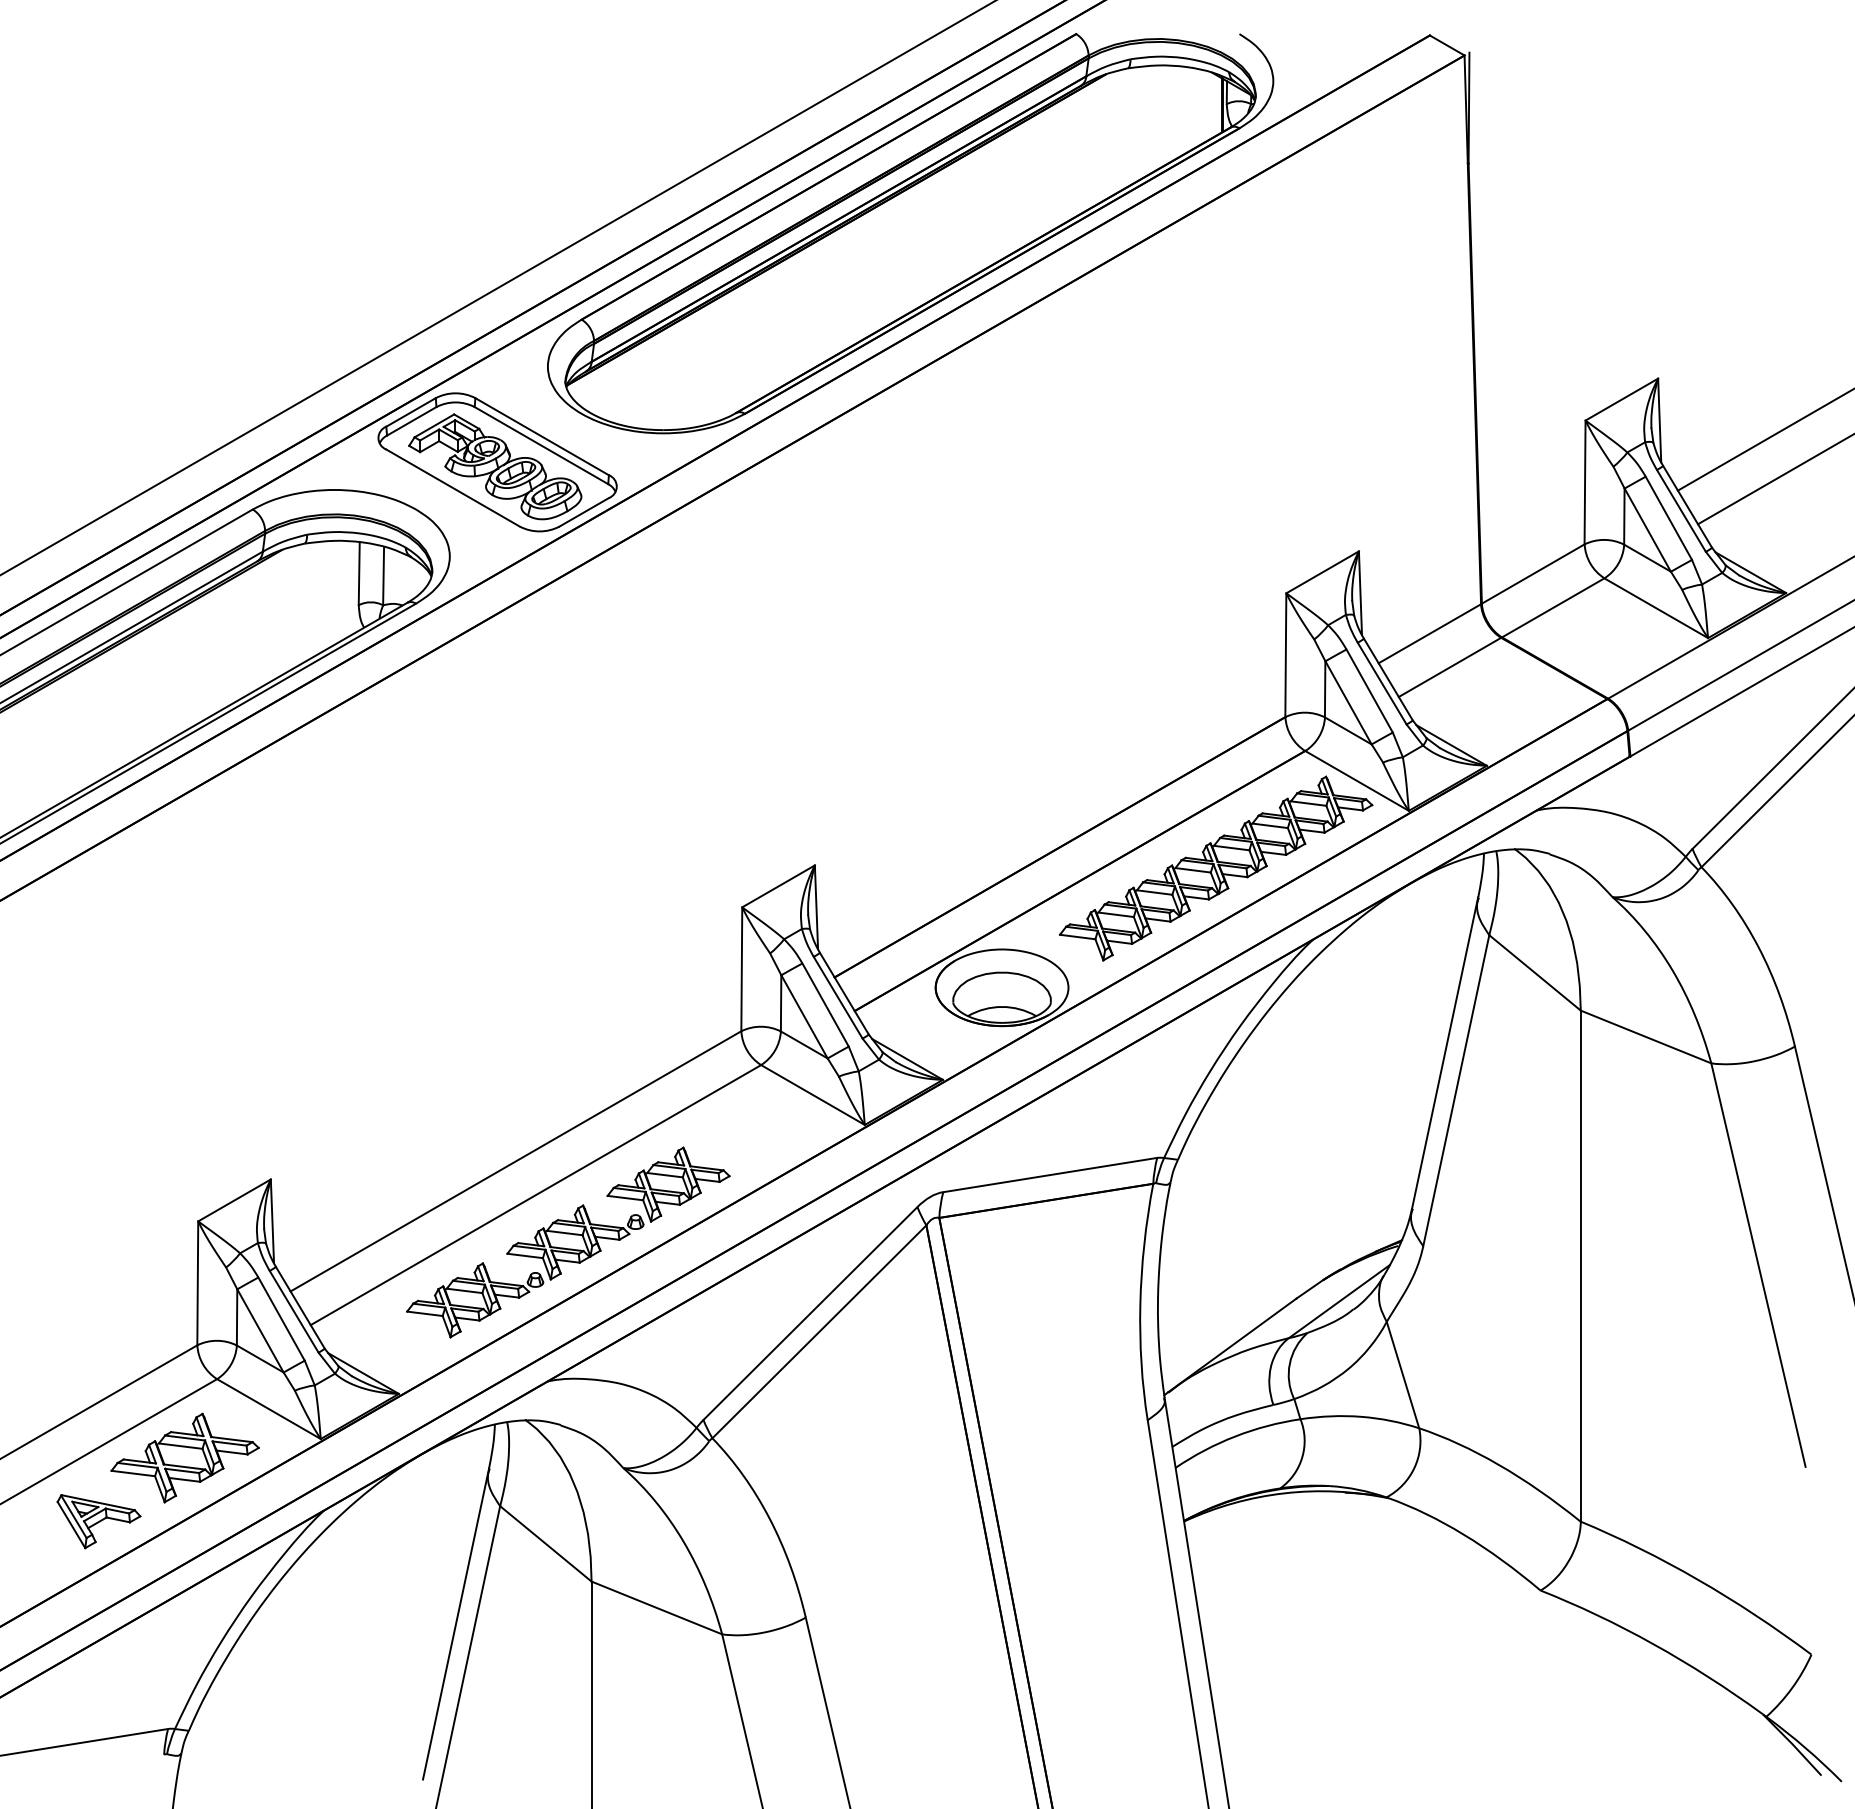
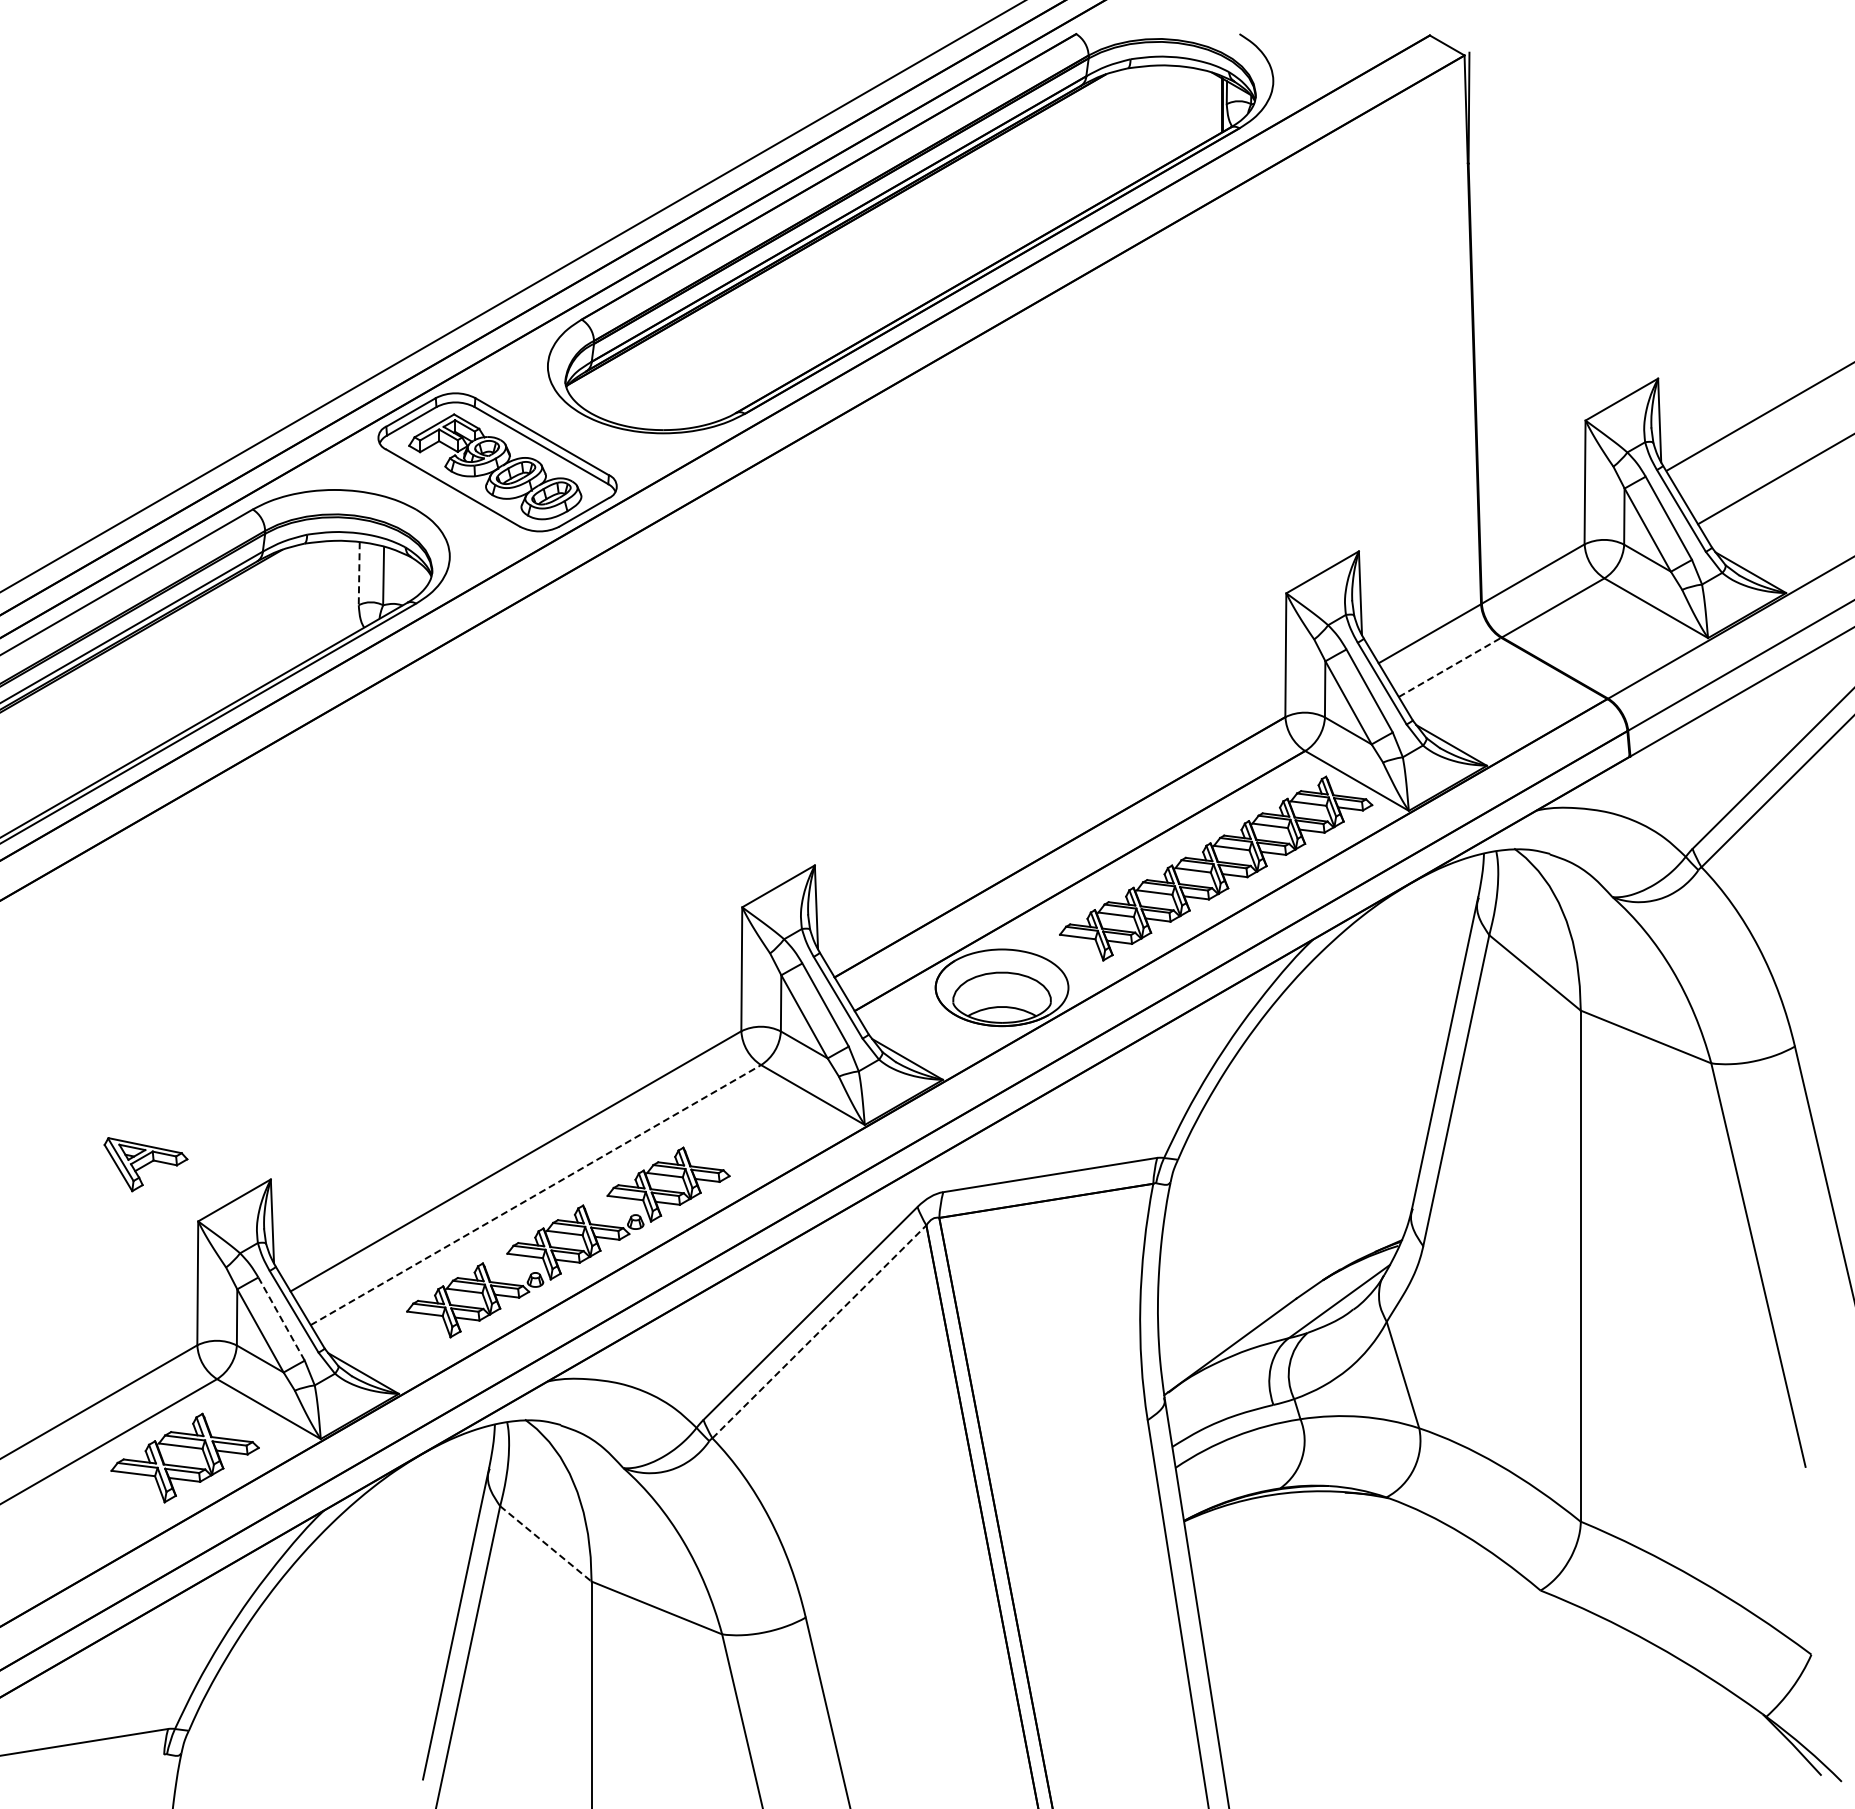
line at (497, 288) position: (497, 288) -> (512, 296)
line at (1764, 440) position: (1764, 440) -> (1758, 417)
line at (359, 574): solid -> dashed
line at (1450, 667): solid -> dashed
line at (536, 1194): solid -> dashed
line at (281, 1319): solid -> dashed
line at (819, 1331): solid -> dashed
part at (98, 1521) position: (98, 1521) -> (145, 1164)
line at (546, 1544): solid -> dashed
